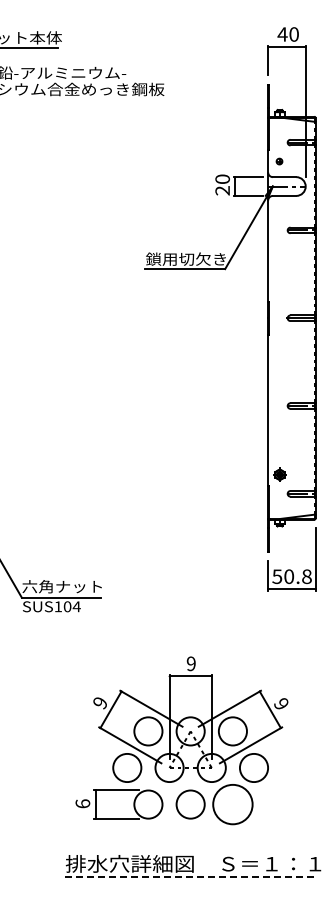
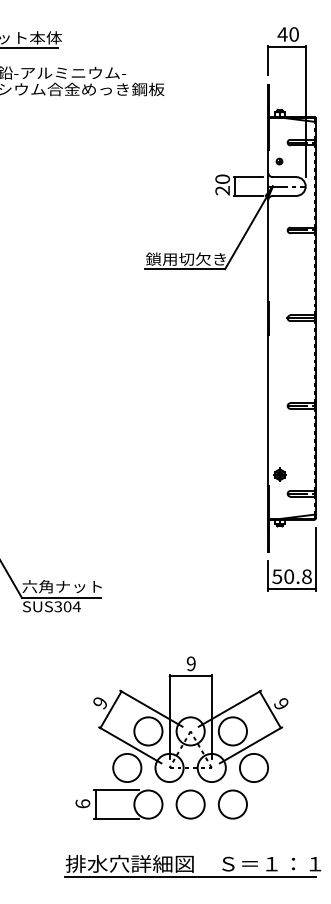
text at (57, 606): SUS104 -> SUS304
circle at (232, 804) diameter: 39 px -> 28 px
line at (190, 876): dashed -> solid
